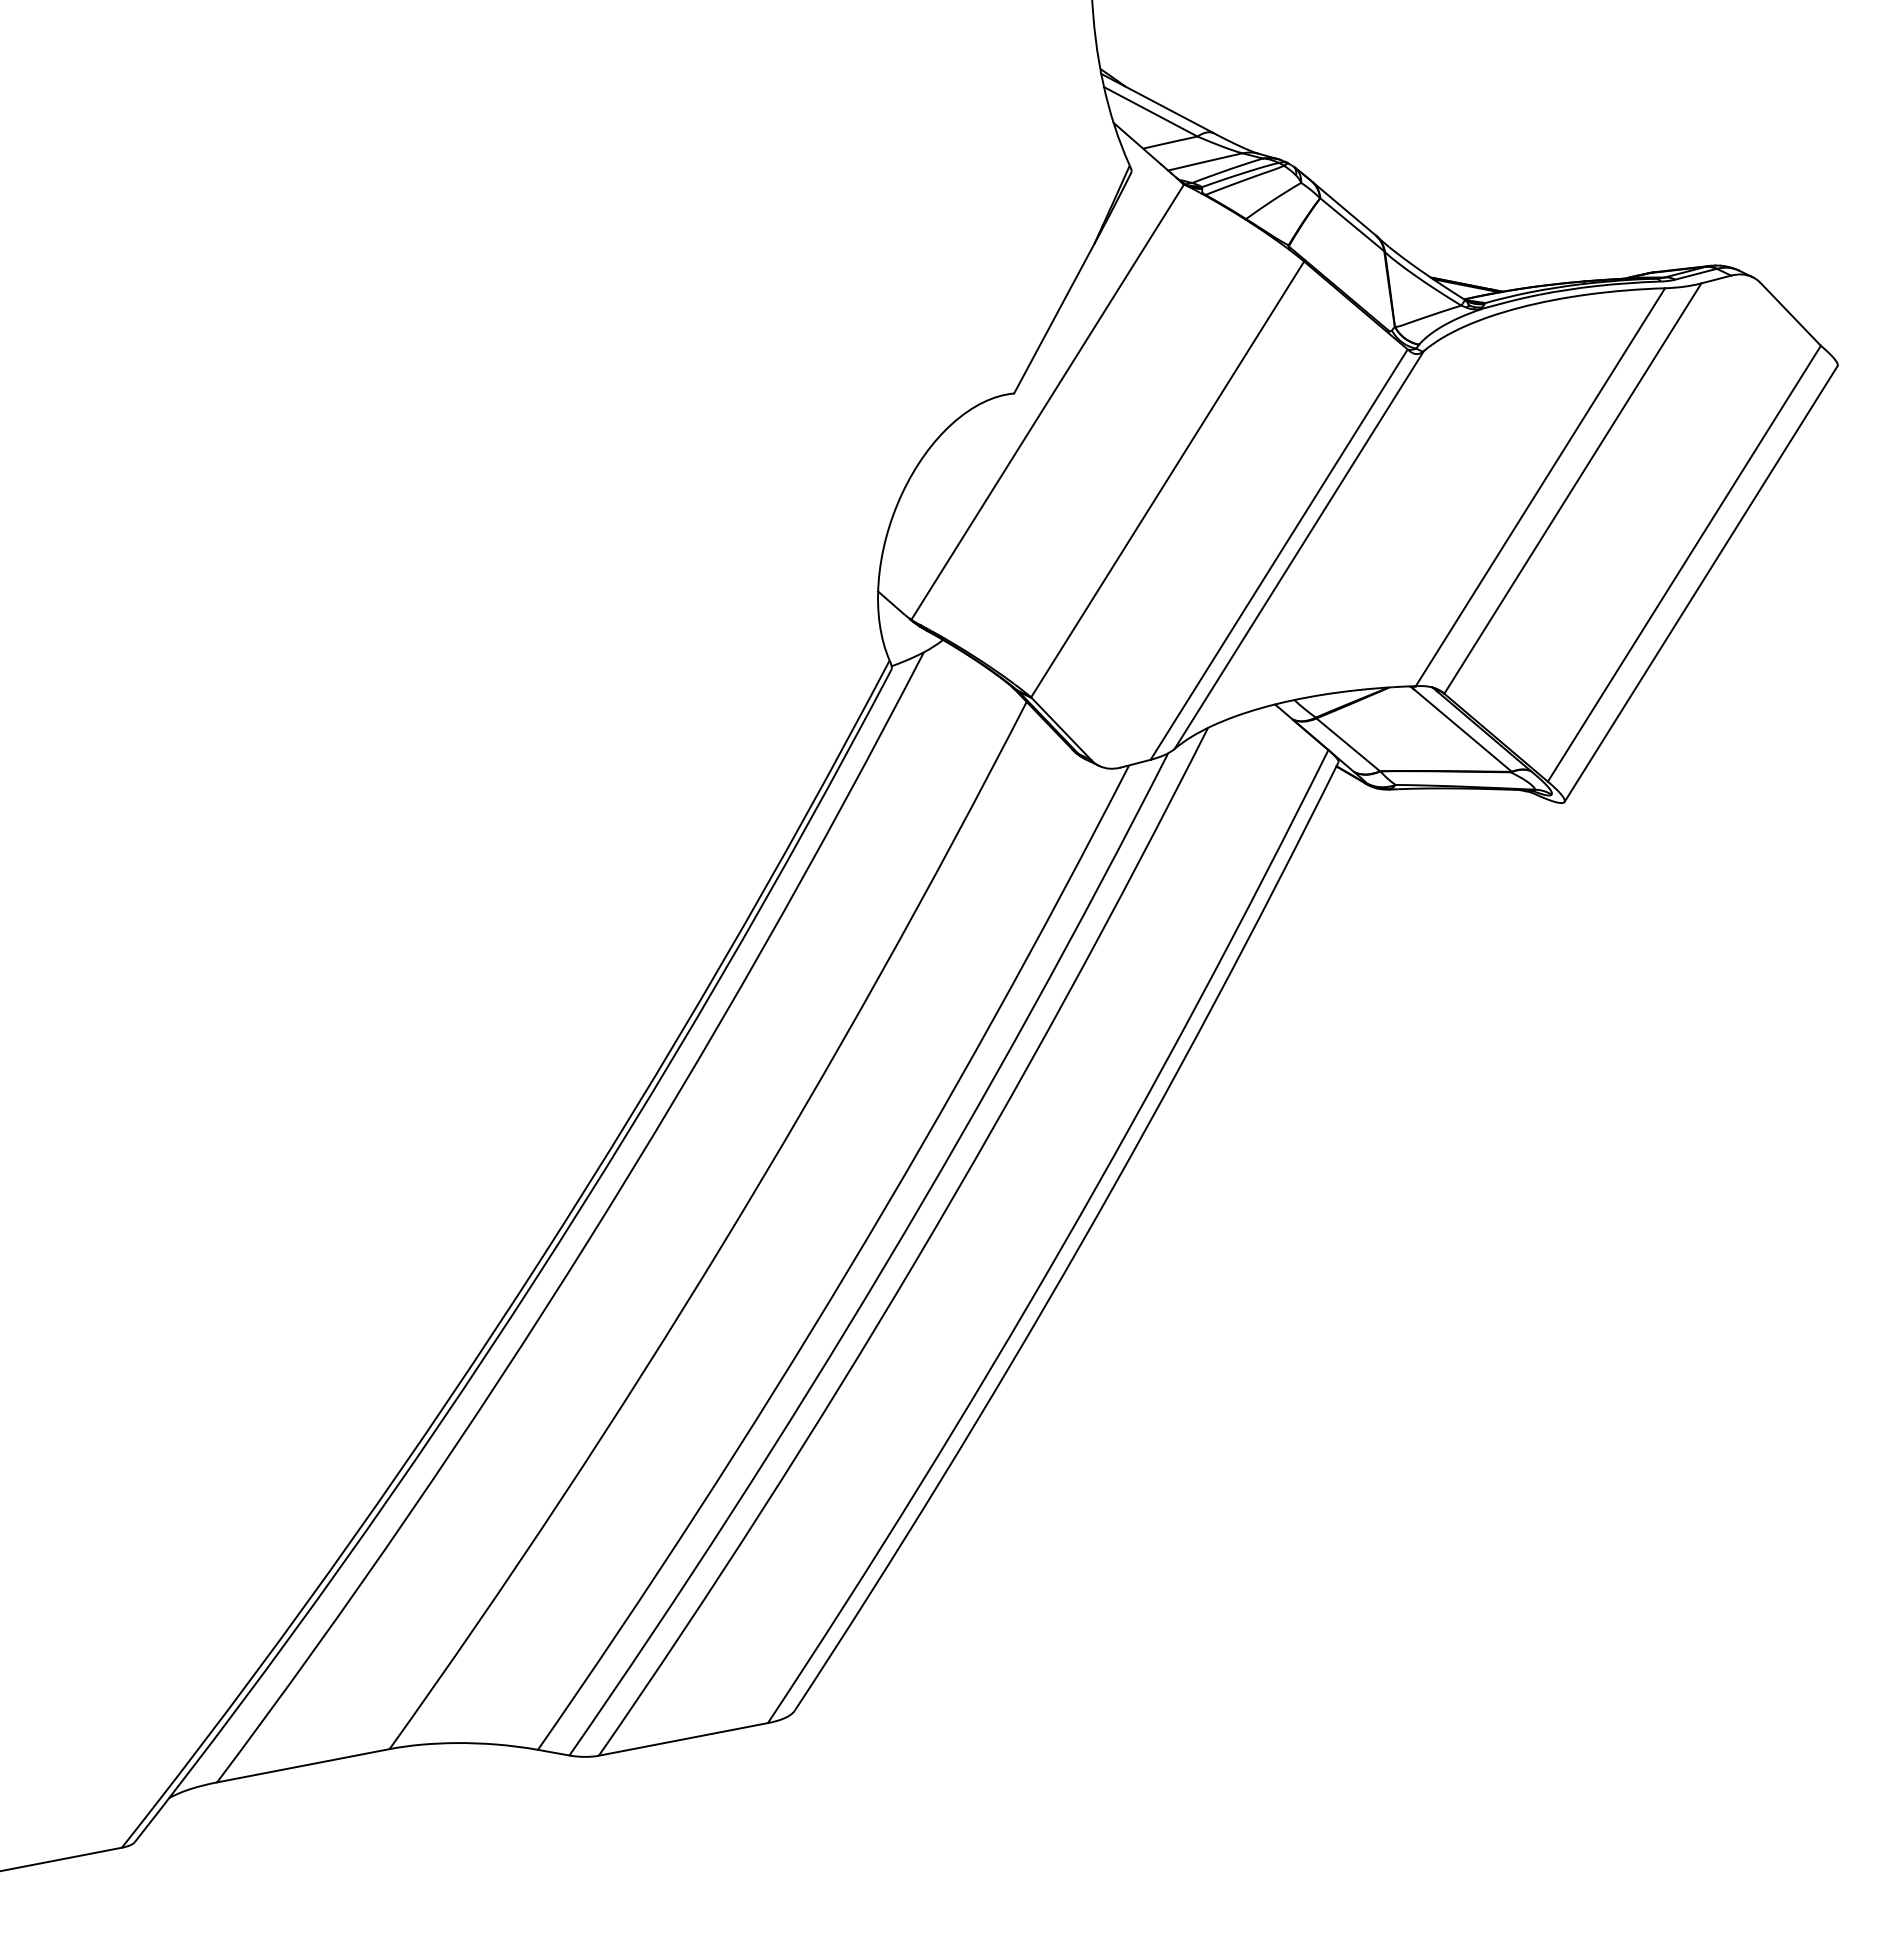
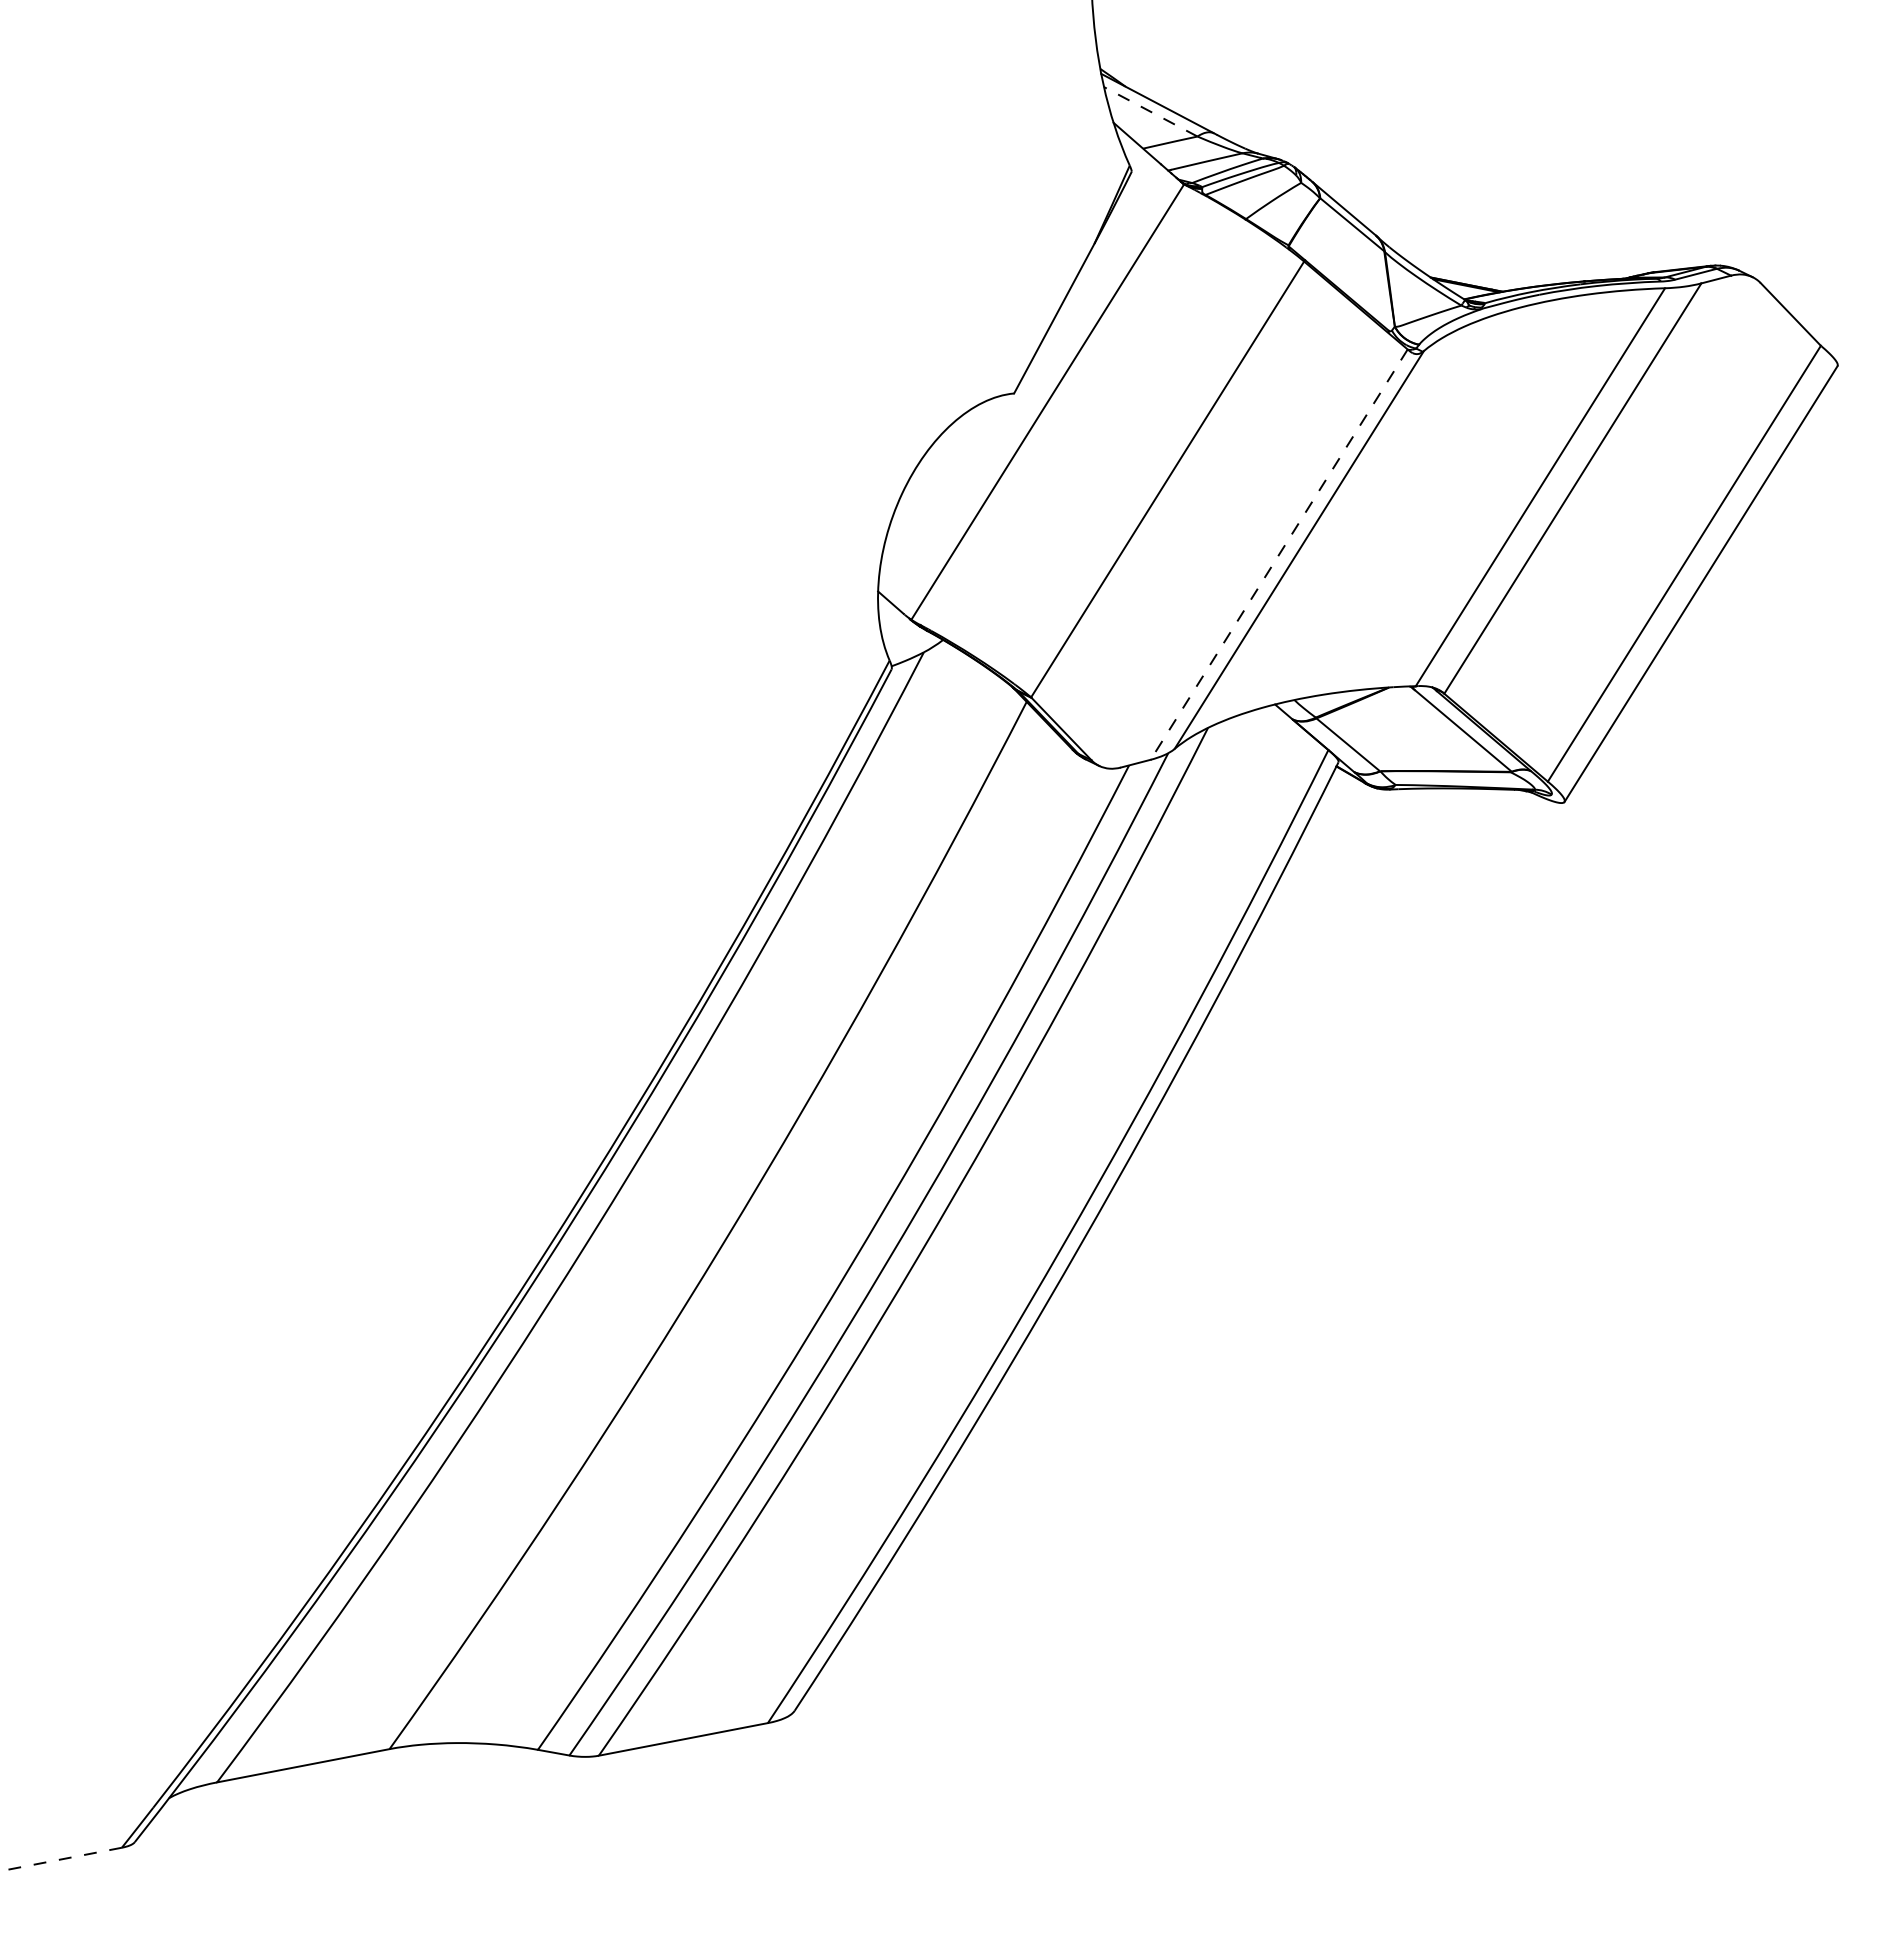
line at (1150, 111): solid -> dashed
line at (1278, 555): solid -> dashed
line at (61, 1859): solid -> dashed
